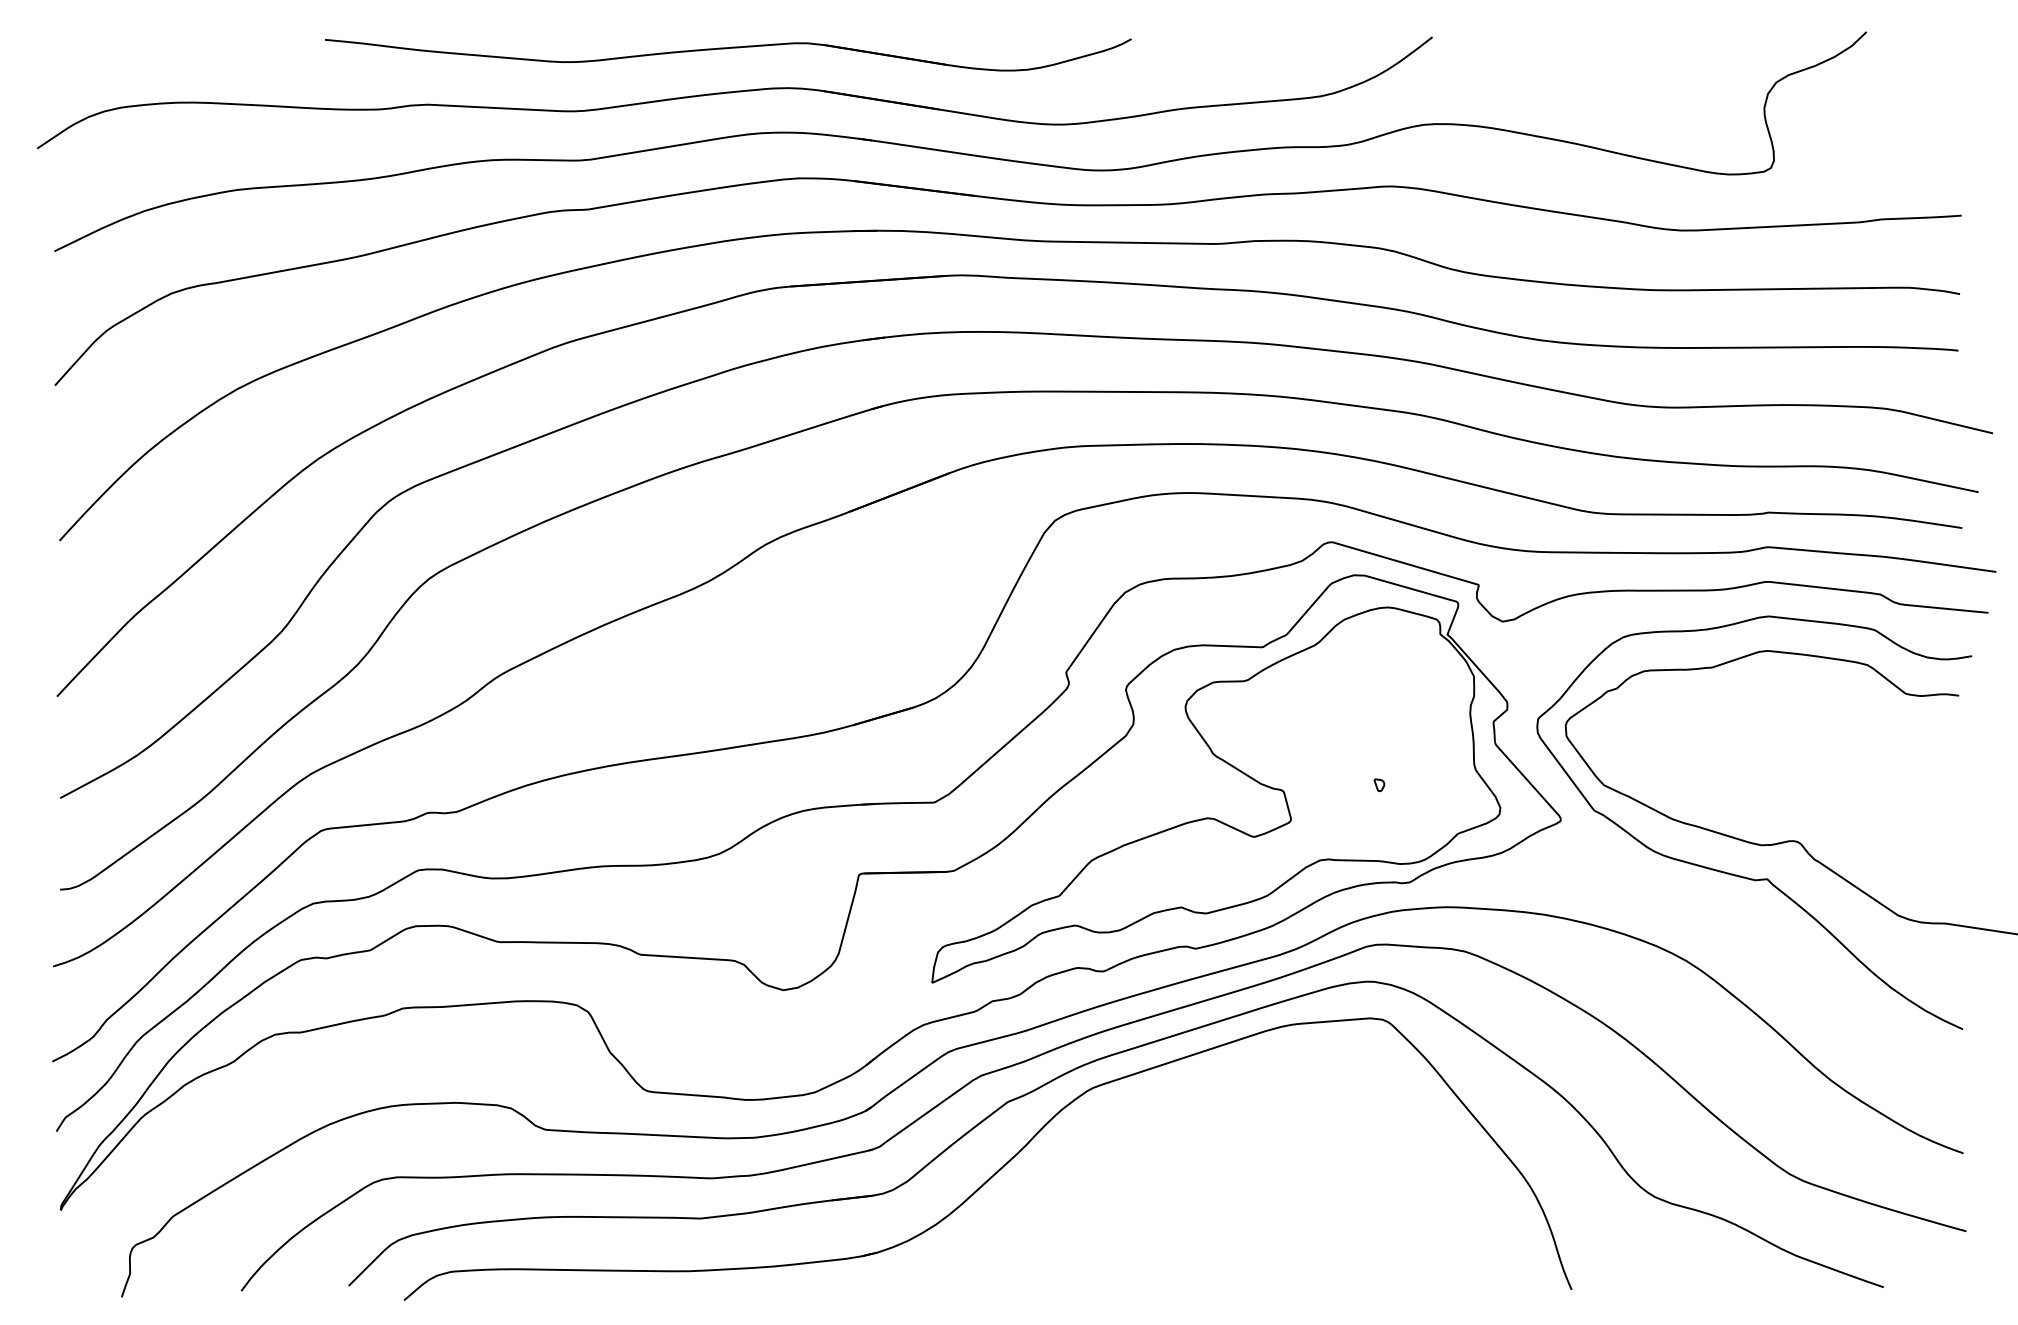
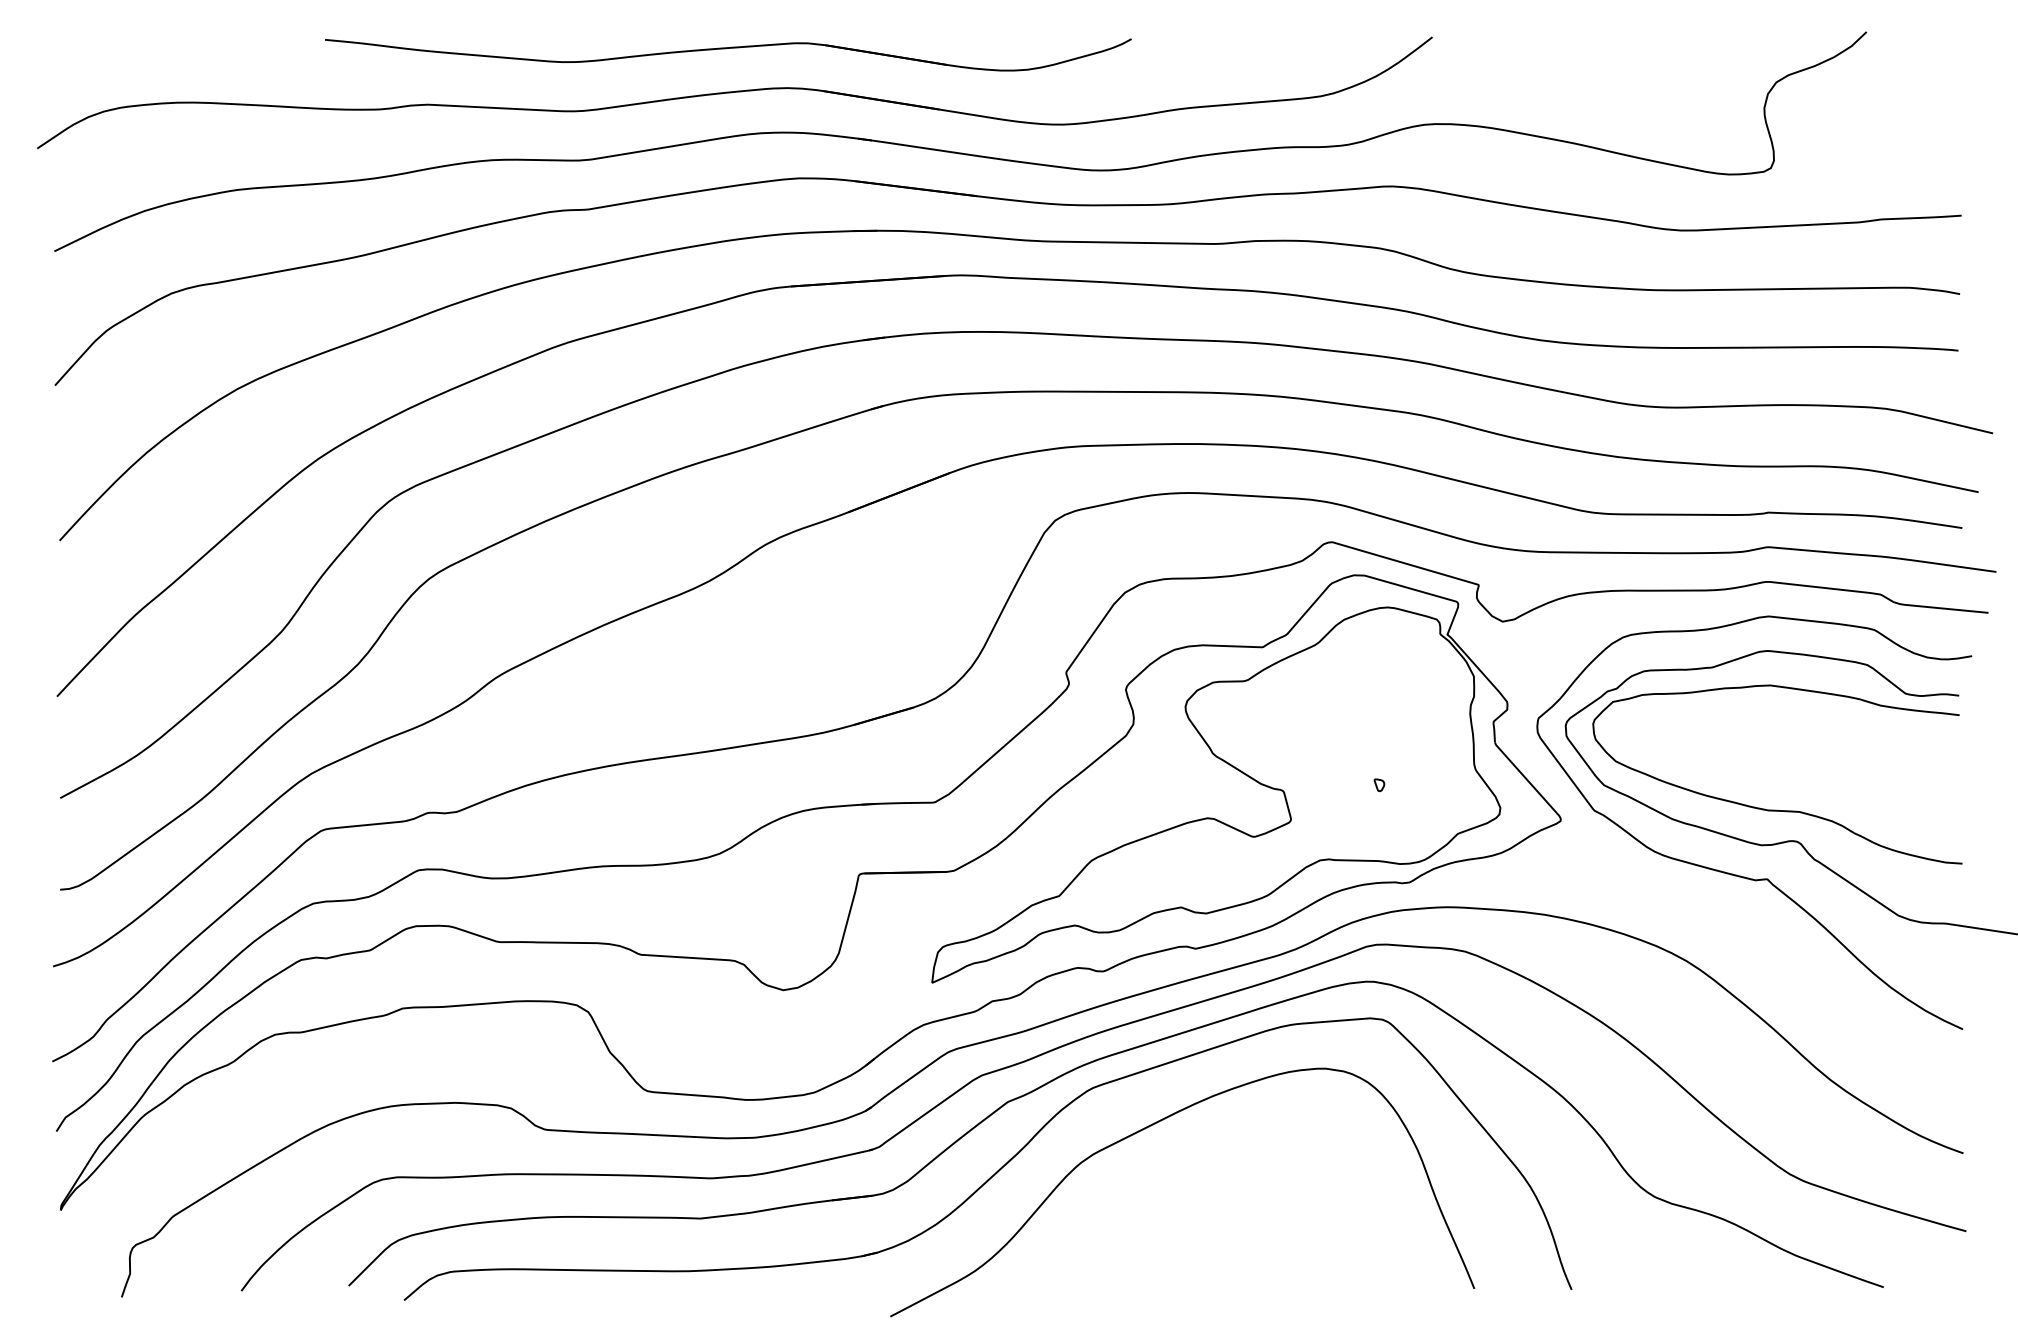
curve at (1777, 809): none -> present
curve at (1149, 1127): none -> present
